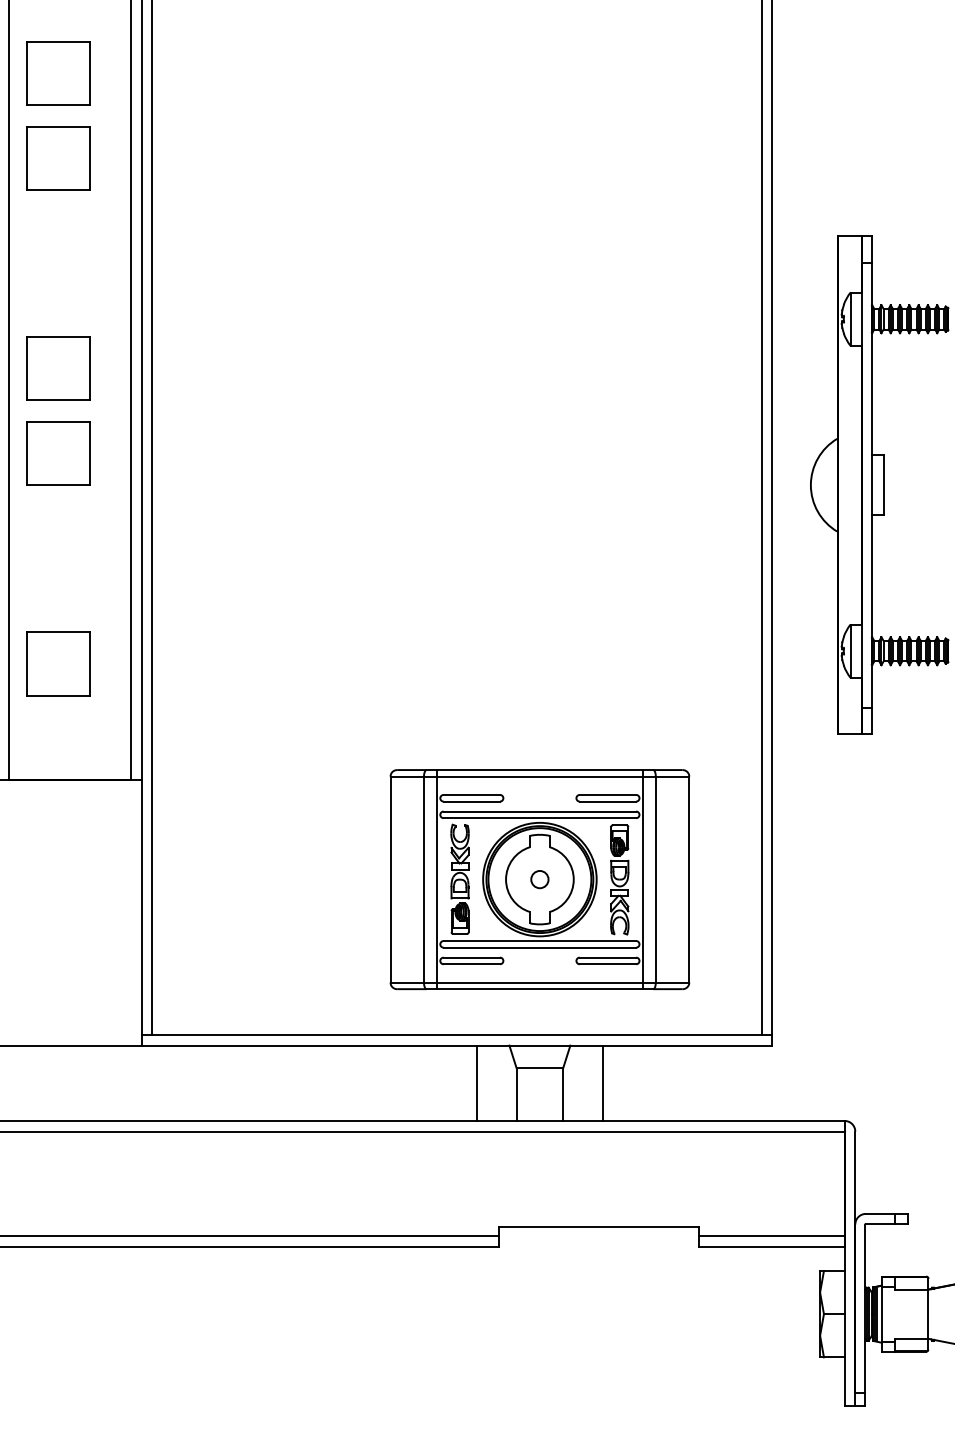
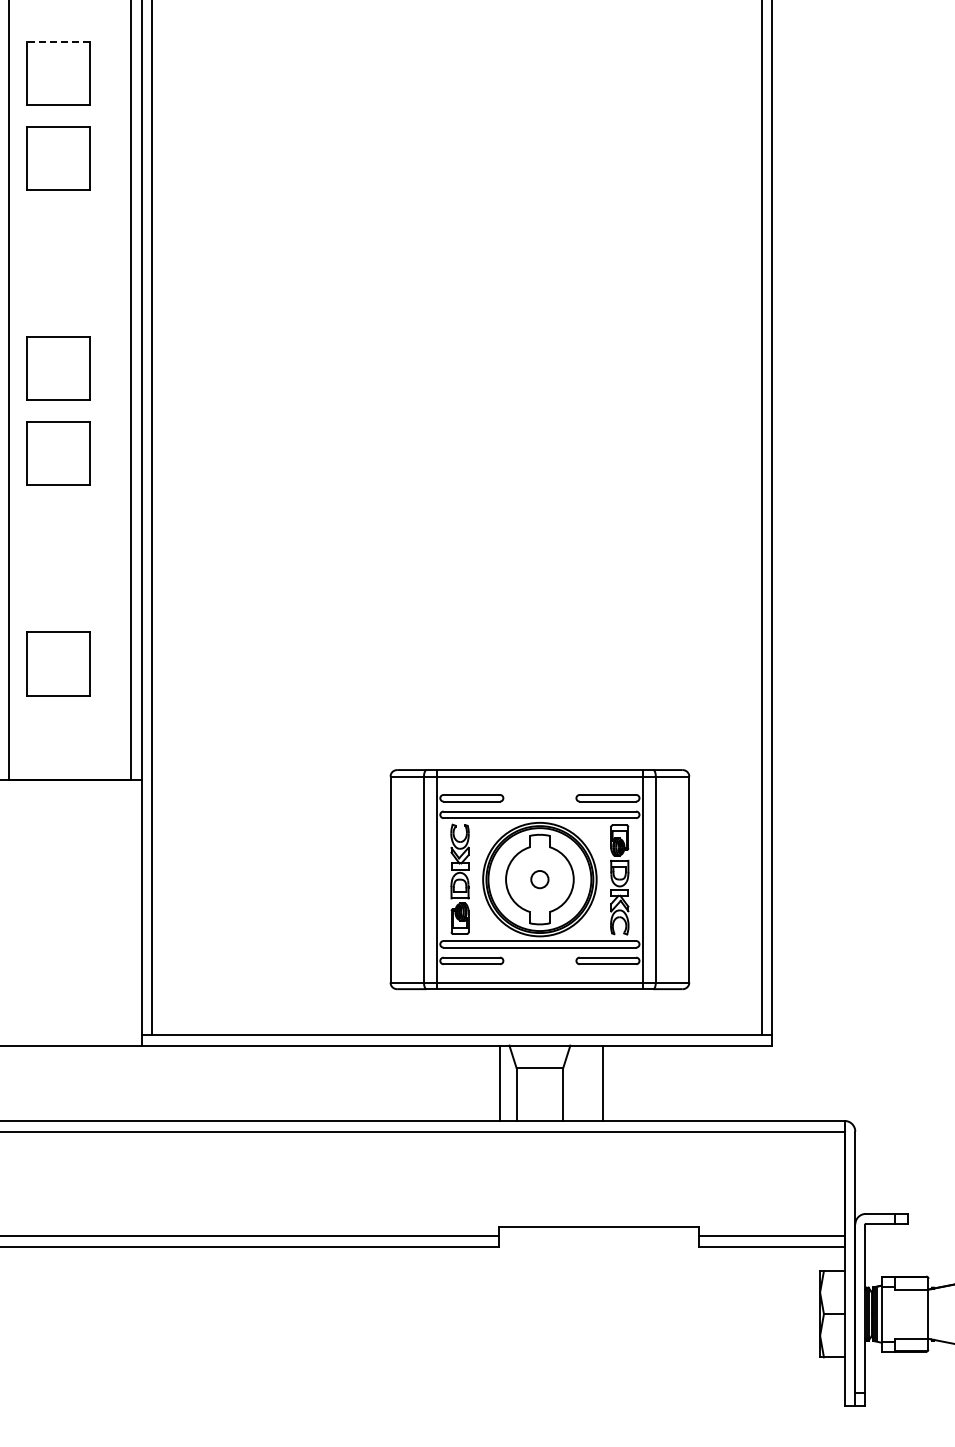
line at (58, 42): solid -> dashed
part at (879, 484): present -> none
line at (476, 1082) position: (476, 1082) -> (499, 1082)
